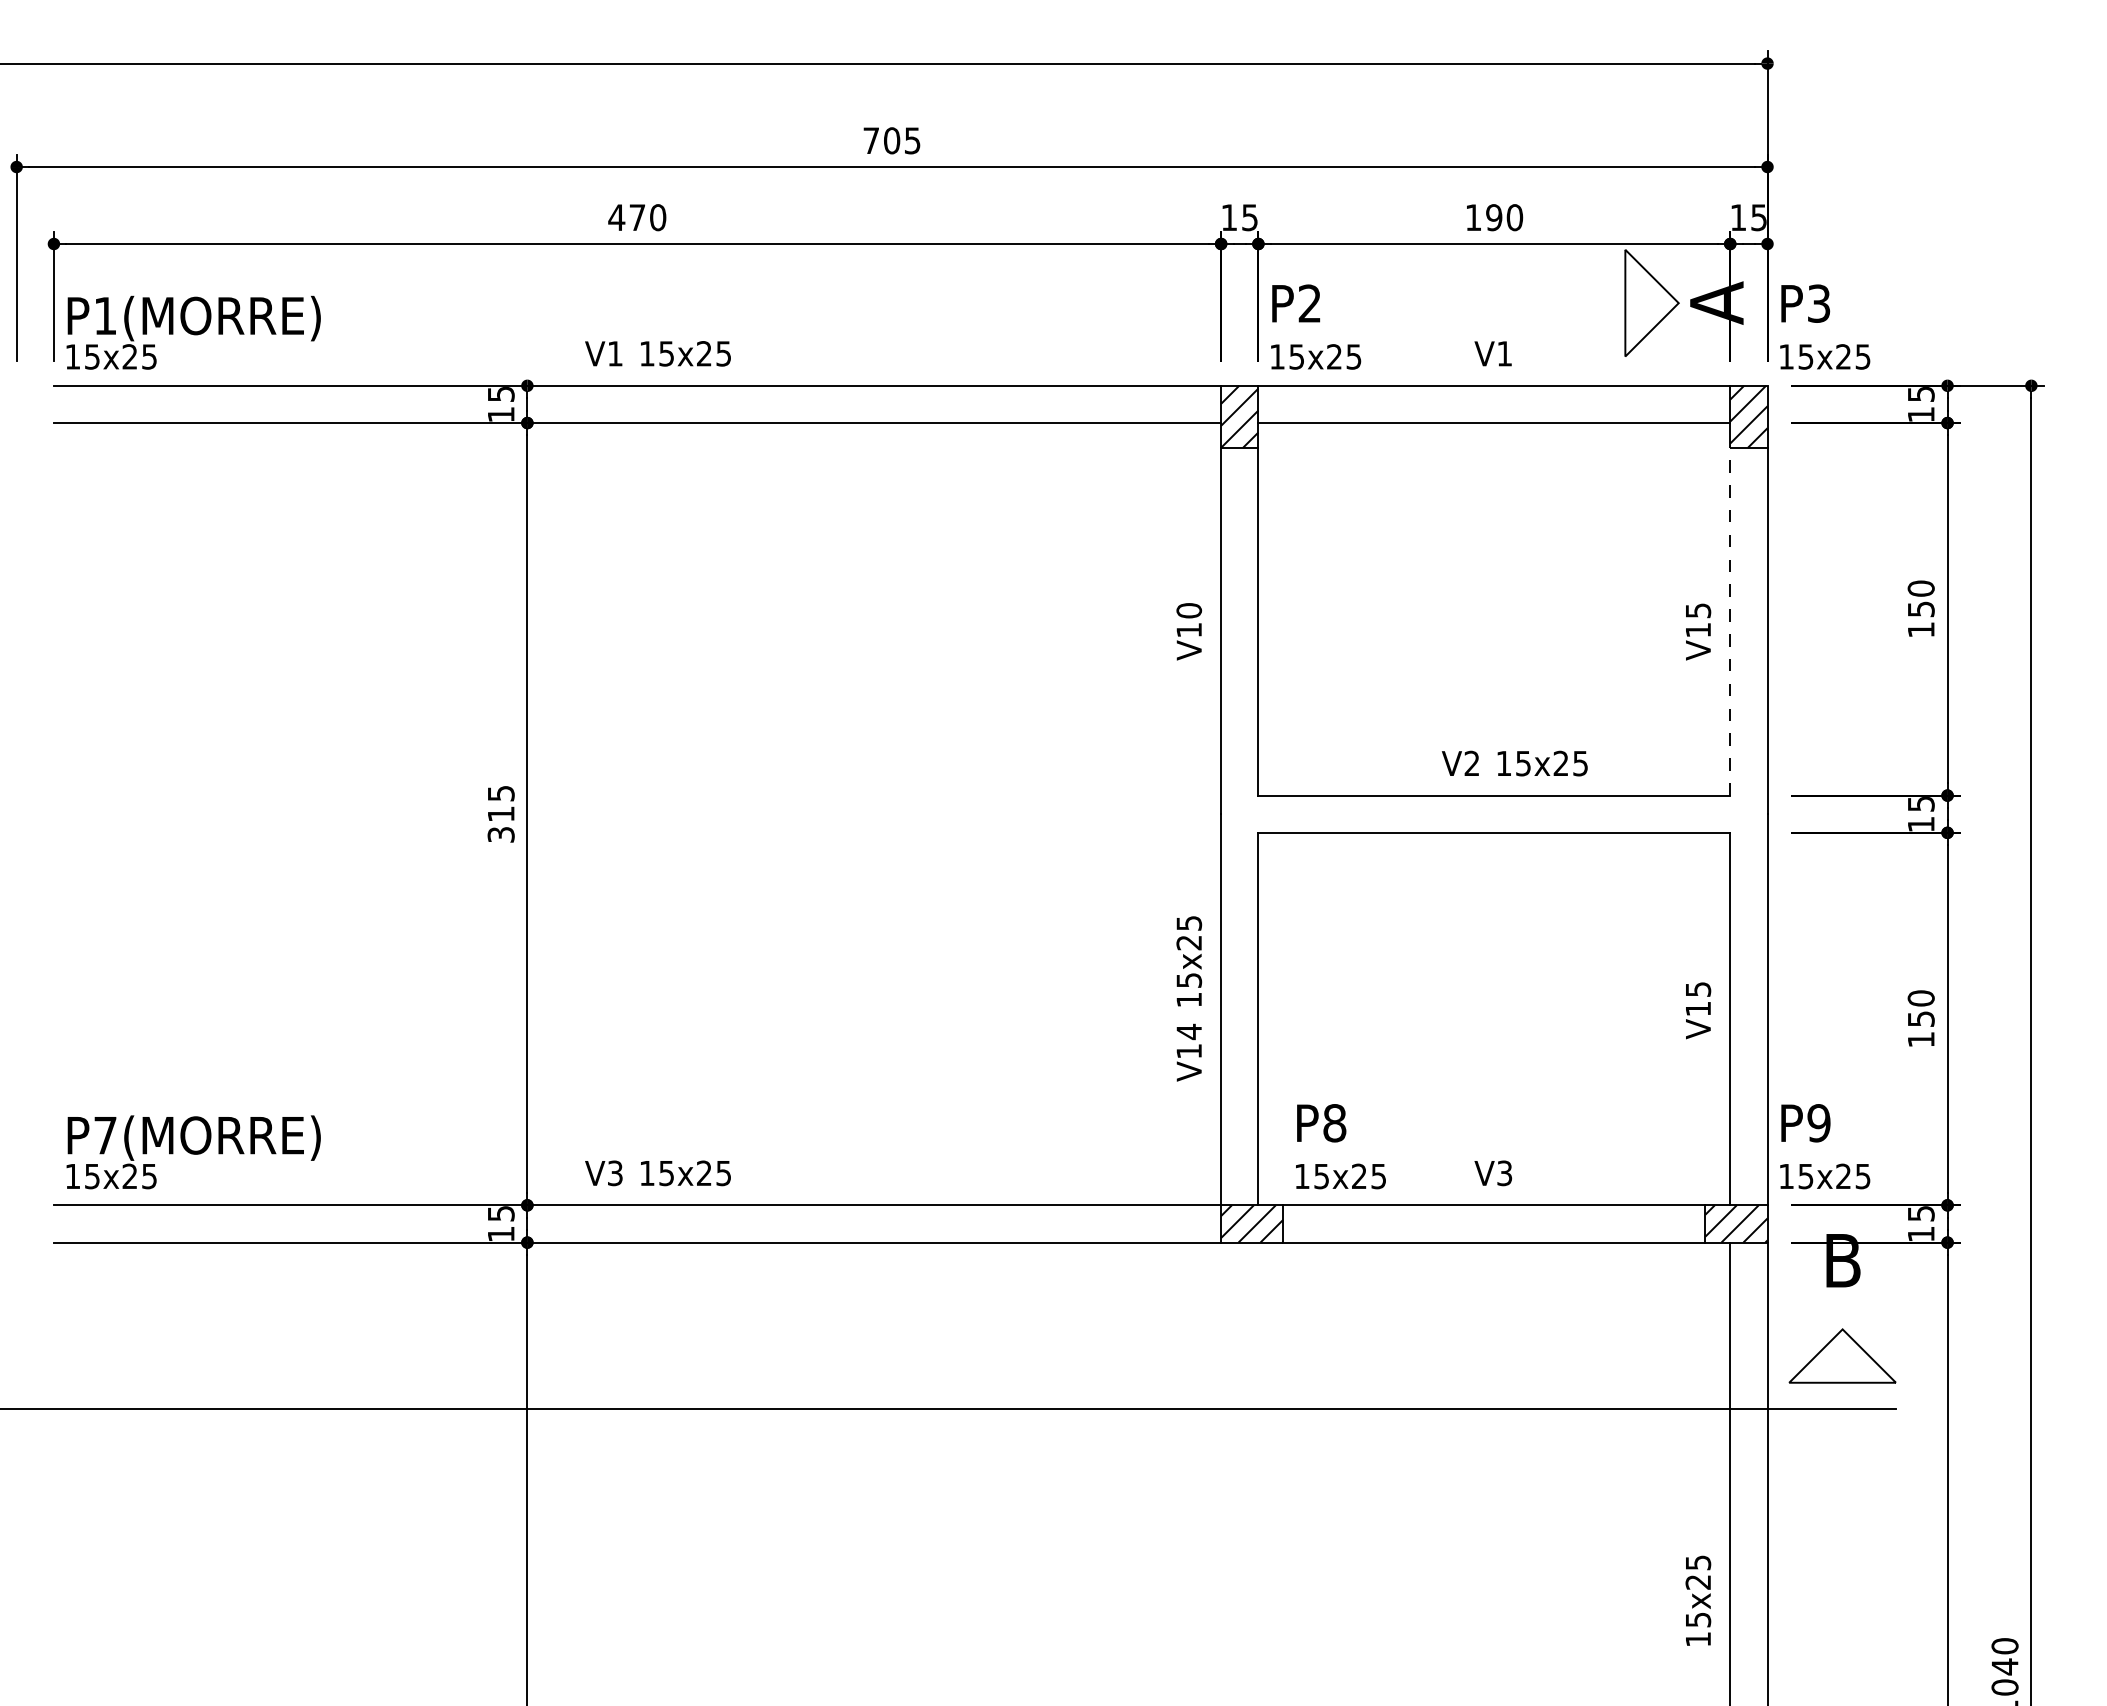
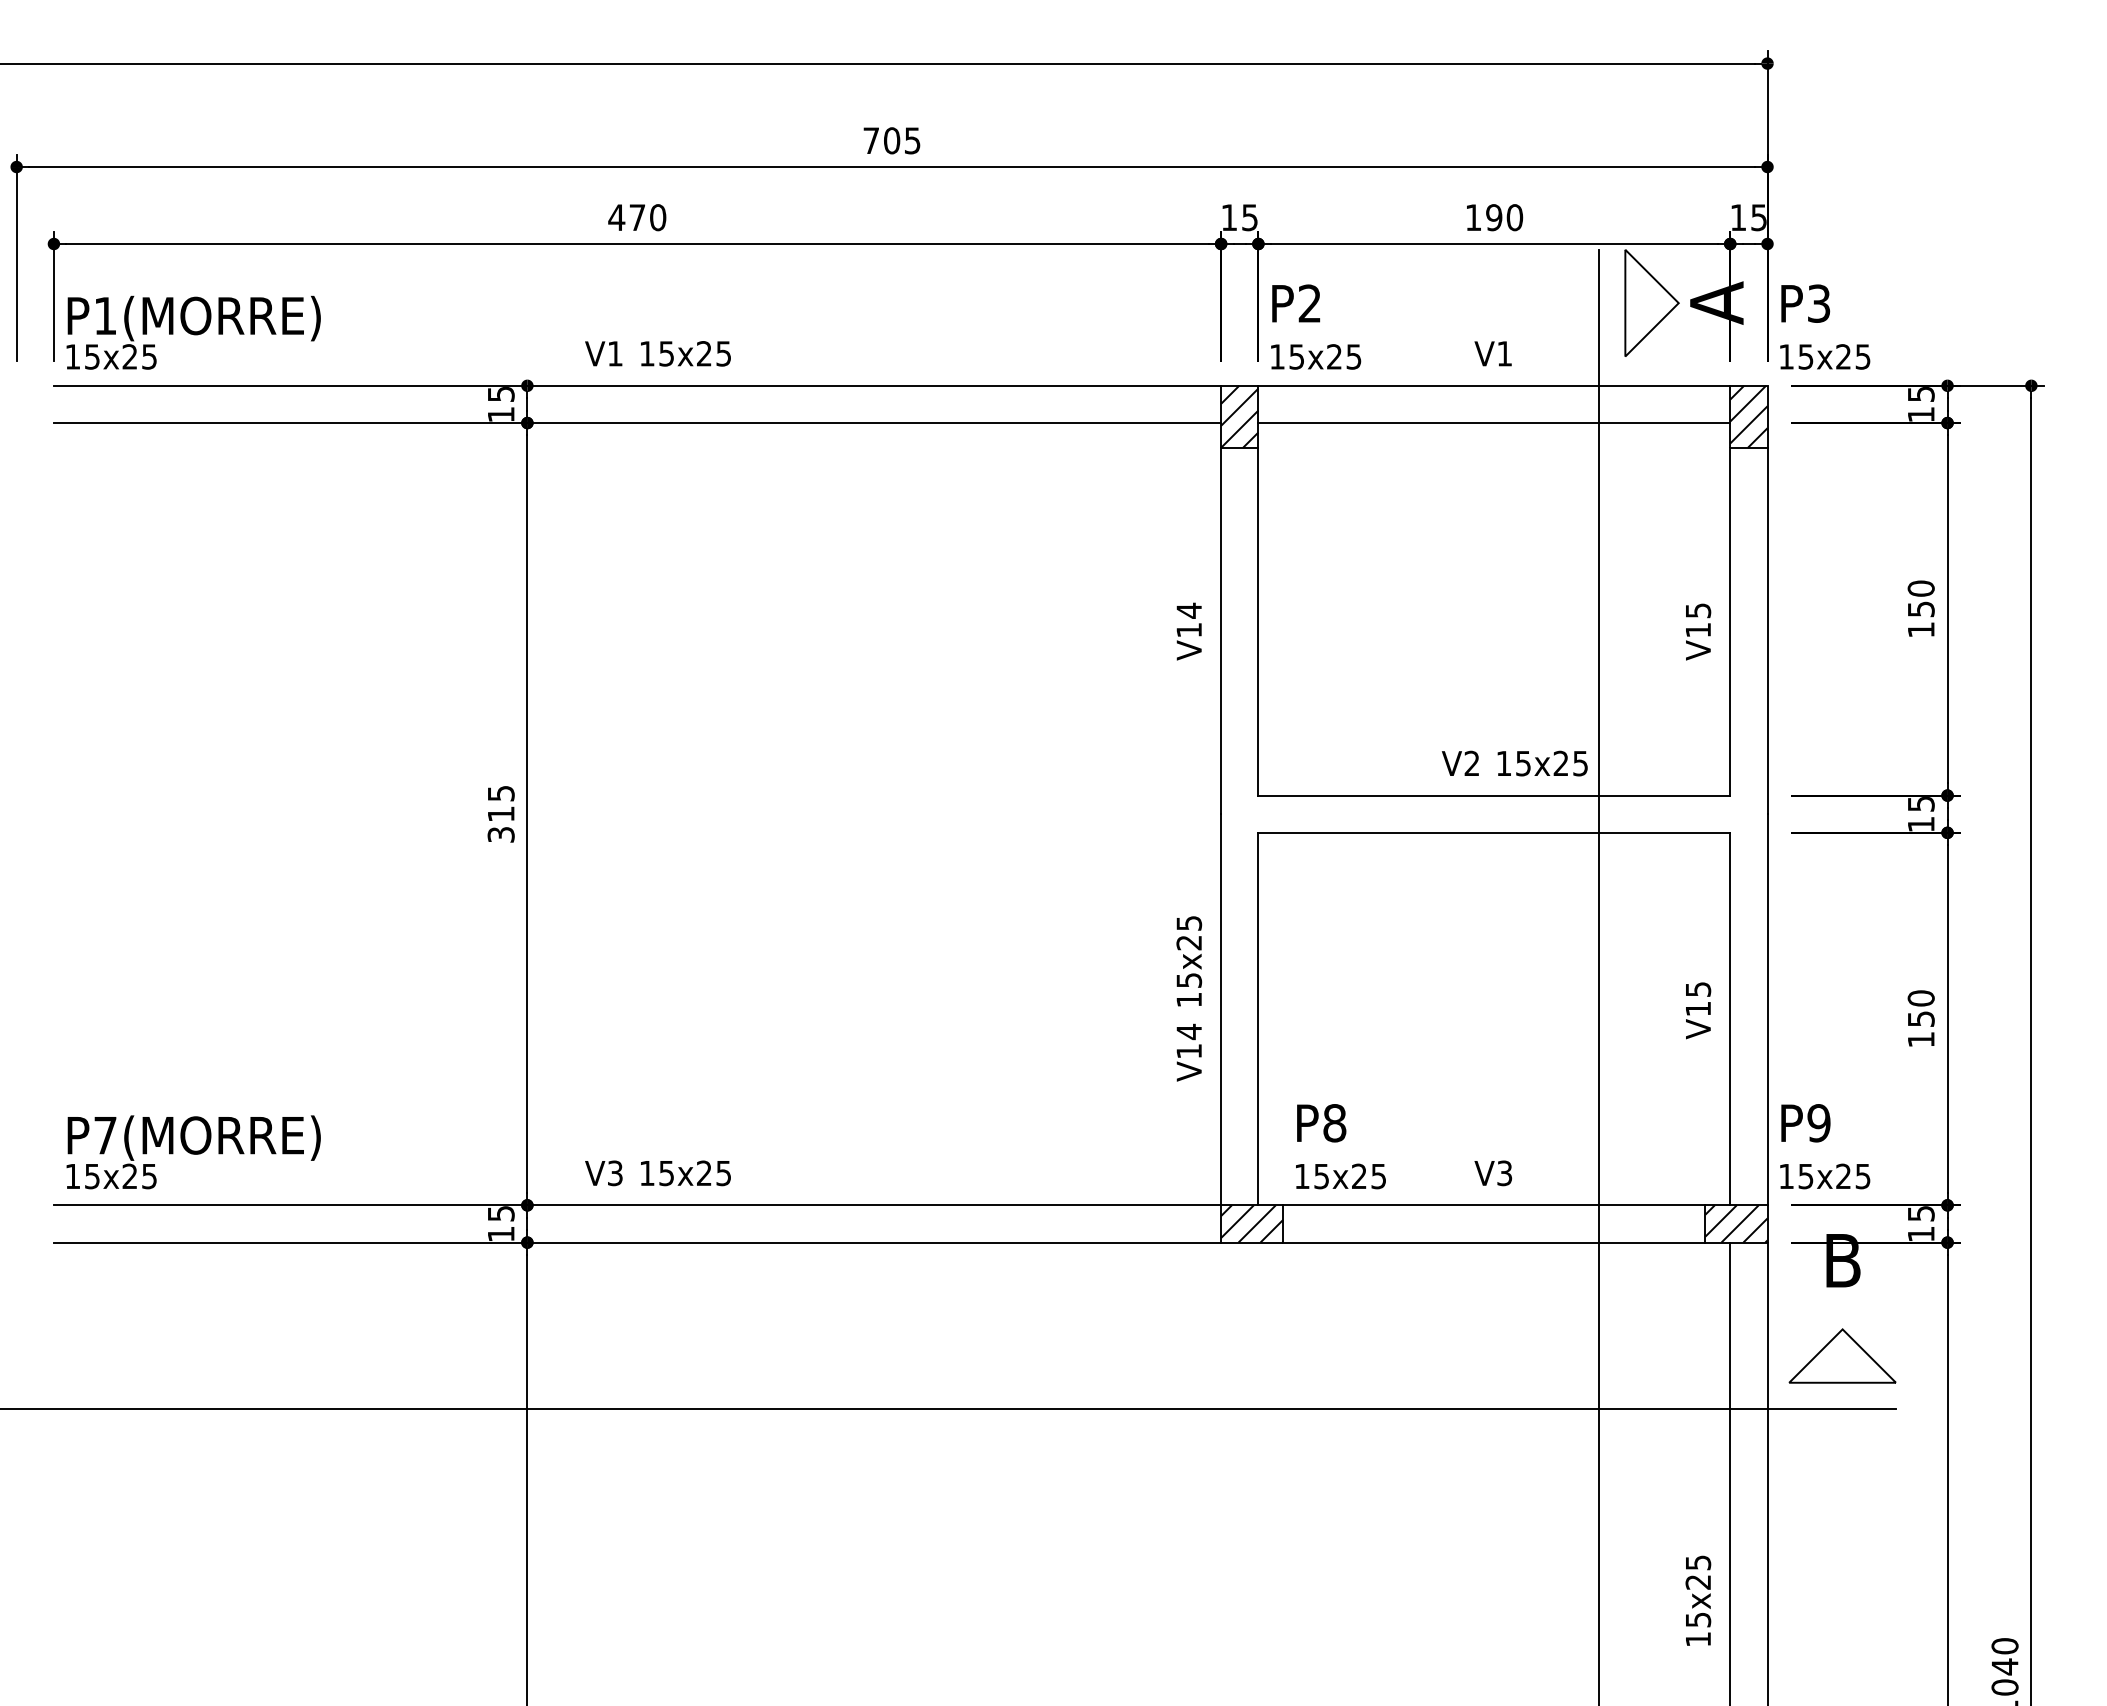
text at (1189, 610): V10 -> V14
line at (1730, 621): dashed -> solid
line at (1598, 975): none -> present
